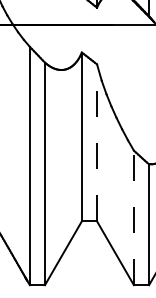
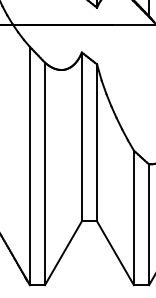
line at (97, 142): dashed -> solid
line at (133, 217): dashed -> solid
